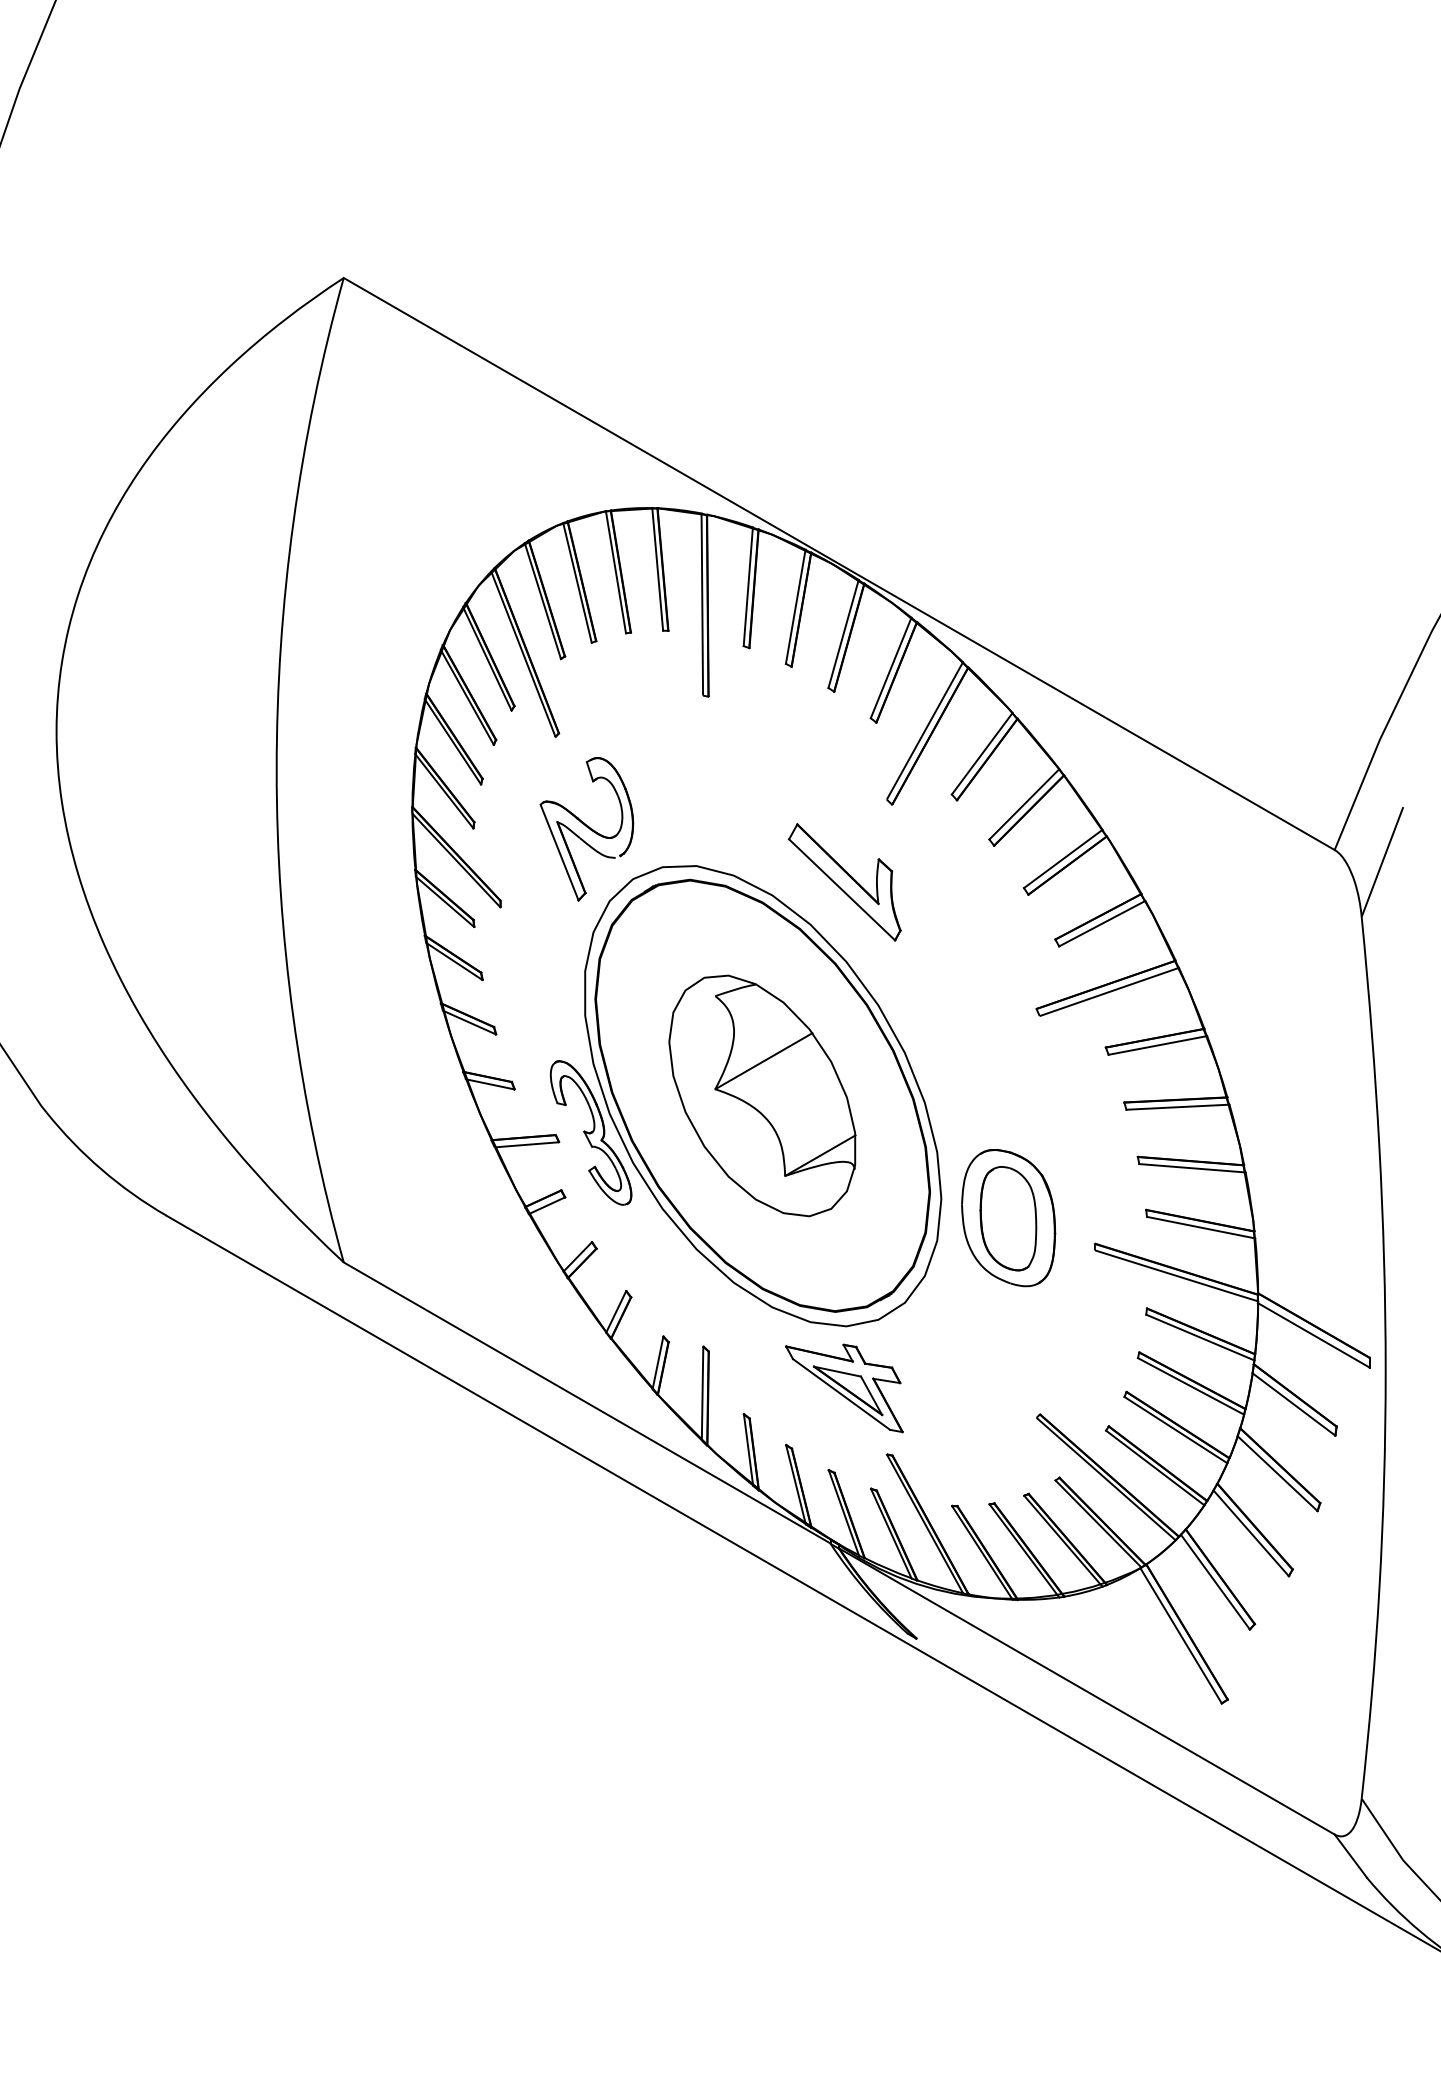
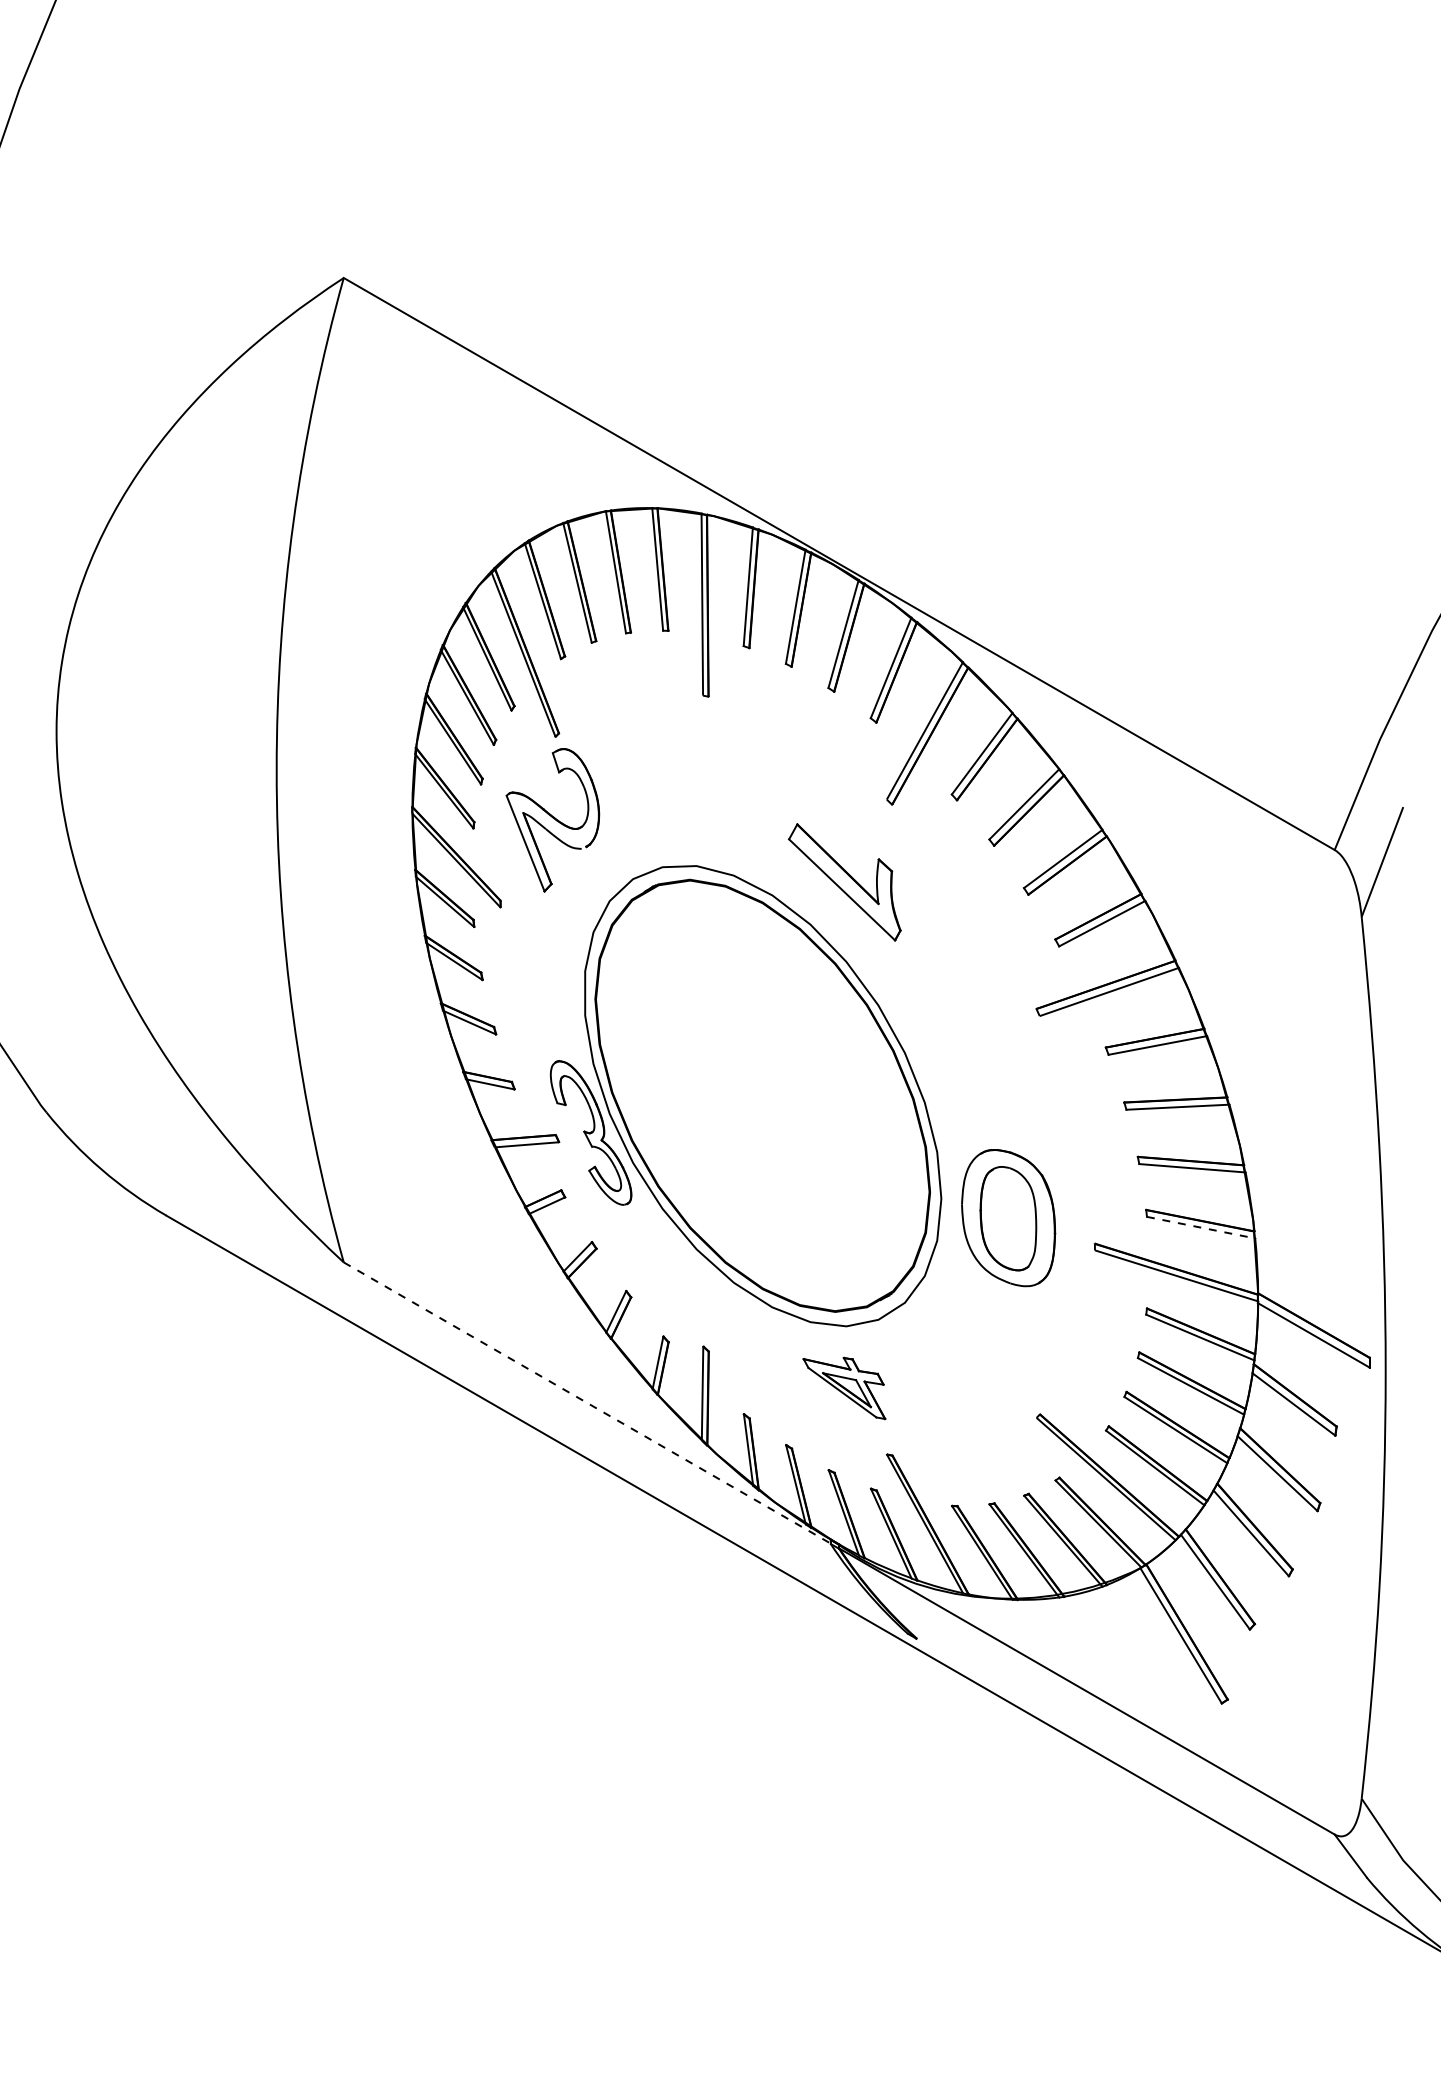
part at (586, 829) position: (586, 829) -> (552, 820)
part at (762, 1095): present -> none
line at (1201, 1227): solid -> dashed
part at (844, 1388) size: 119x91 px -> 85x65 px
line at (587, 1403): solid -> dashed
